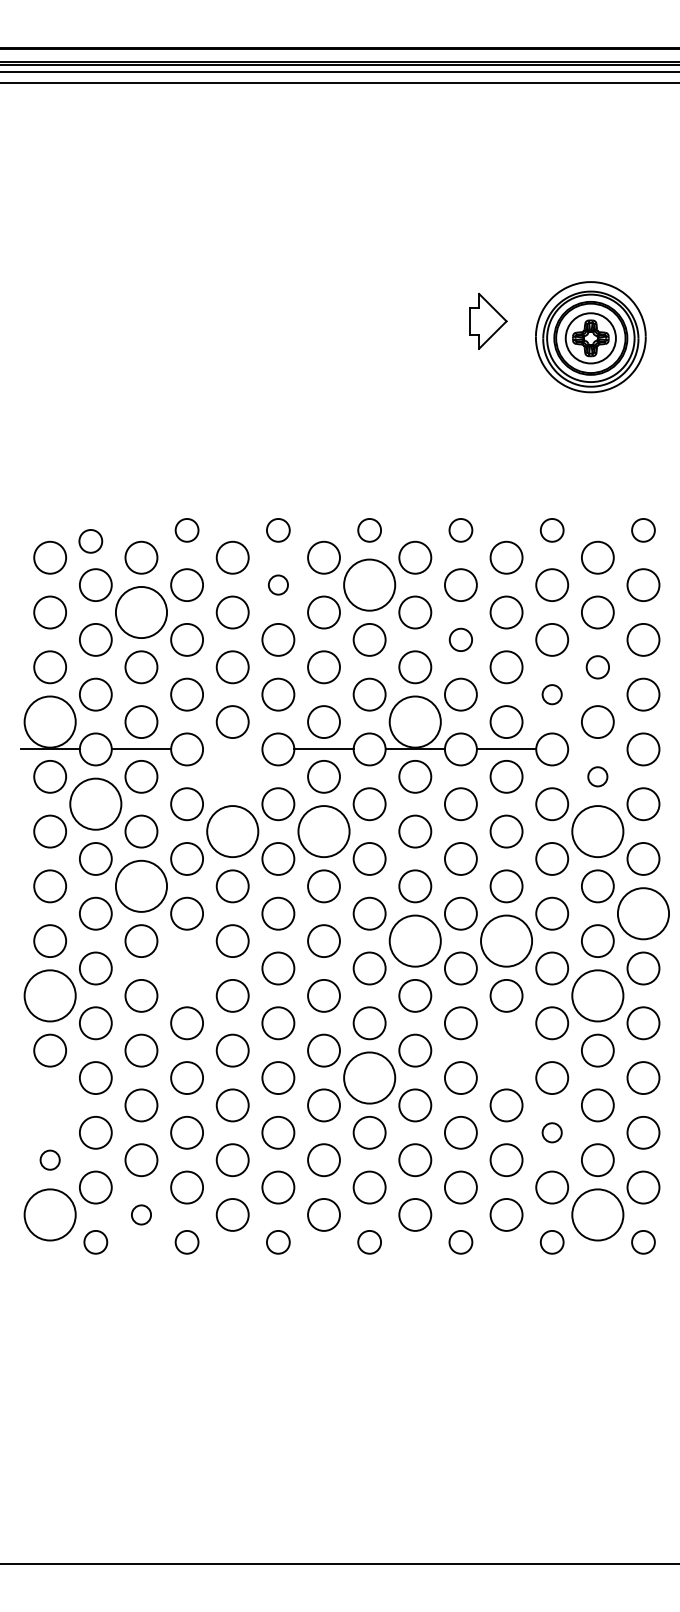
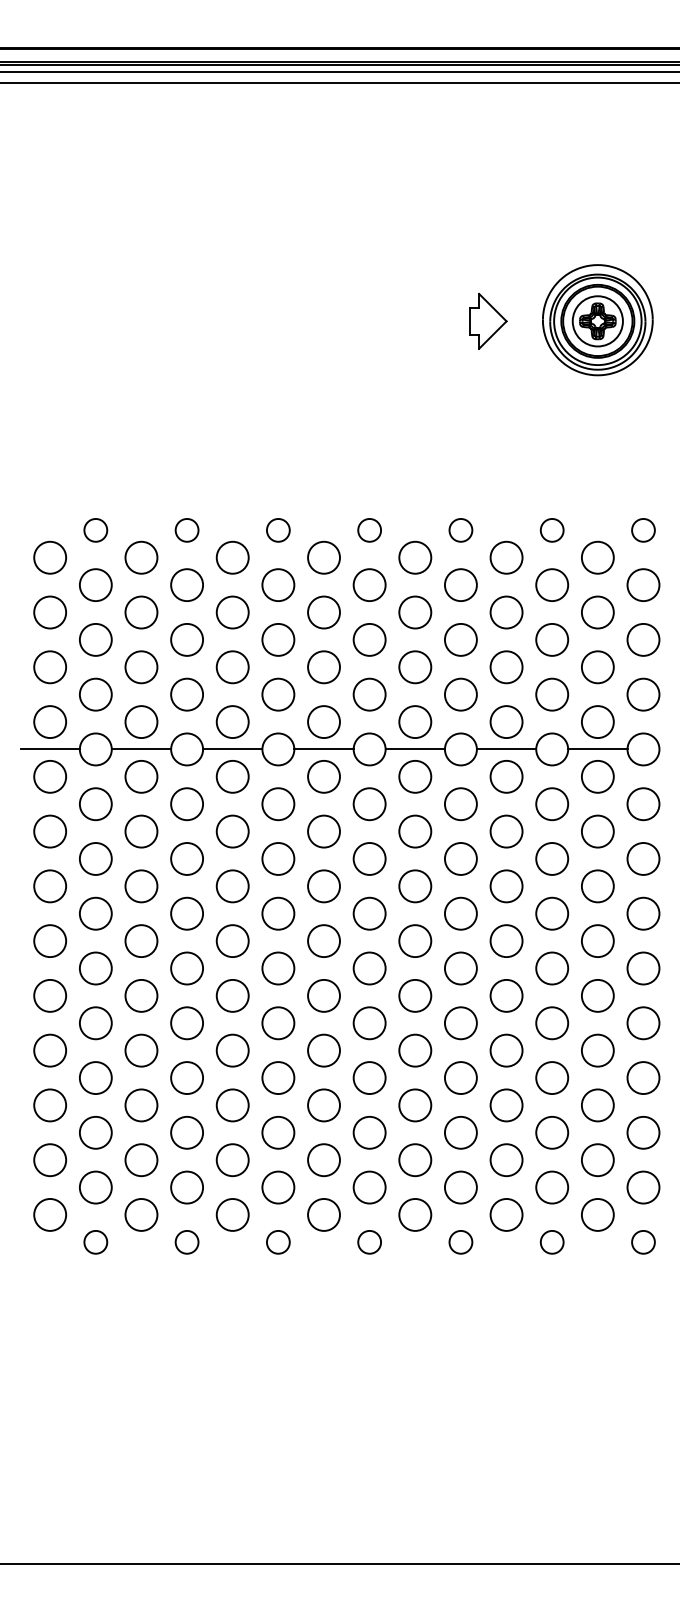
part at (590, 337) position: (590, 337) -> (597, 320)
circle at (90, 541) position: (90, 541) -> (95, 530)
circle at (278, 584) size: 21x22 px -> 35x34 px
circle at (369, 584) diameter: 51 px -> 32 px
circle at (141, 612) diameter: 51 px -> 32 px
circle at (460, 639) size: 25x25 px -> 34x34 px
circle at (597, 667) size: 25x25 px -> 34x35 px
circle at (551, 694) diameter: 19 px -> 32 px
circle at (49, 721) diameter: 51 px -> 32 px
circle at (414, 721) diameter: 51 px -> 32 px
line at (232, 749): none -> present
line at (597, 749): none -> present
circle at (232, 776): none -> present
circle at (597, 776) diameter: 19 px -> 32 px
circle at (95, 803) diameter: 51 px -> 32 px
circle at (232, 831) diameter: 51 px -> 32 px
circle at (323, 831) diameter: 51 px -> 32 px
circle at (597, 831) diameter: 51 px -> 32 px
circle at (141, 885) diameter: 51 px -> 32 px
circle at (643, 913) diameter: 51 px -> 32 px
circle at (414, 940) diameter: 51 px -> 32 px
circle at (506, 940) diameter: 51 px -> 32 px
circle at (186, 968): none -> present
circle at (49, 995) diameter: 51 px -> 32 px
circle at (597, 995) diameter: 51 px -> 32 px
circle at (506, 1050): none -> present
circle at (369, 1077) diameter: 51 px -> 32 px
circle at (49, 1105): none -> present
circle at (551, 1132) diameter: 19 px -> 32 px
circle at (49, 1159) diameter: 19 px -> 32 px
circle at (49, 1214) diameter: 51 px -> 32 px
circle at (141, 1214) size: 21x22 px -> 35x34 px
circle at (597, 1214) diameter: 51 px -> 32 px
